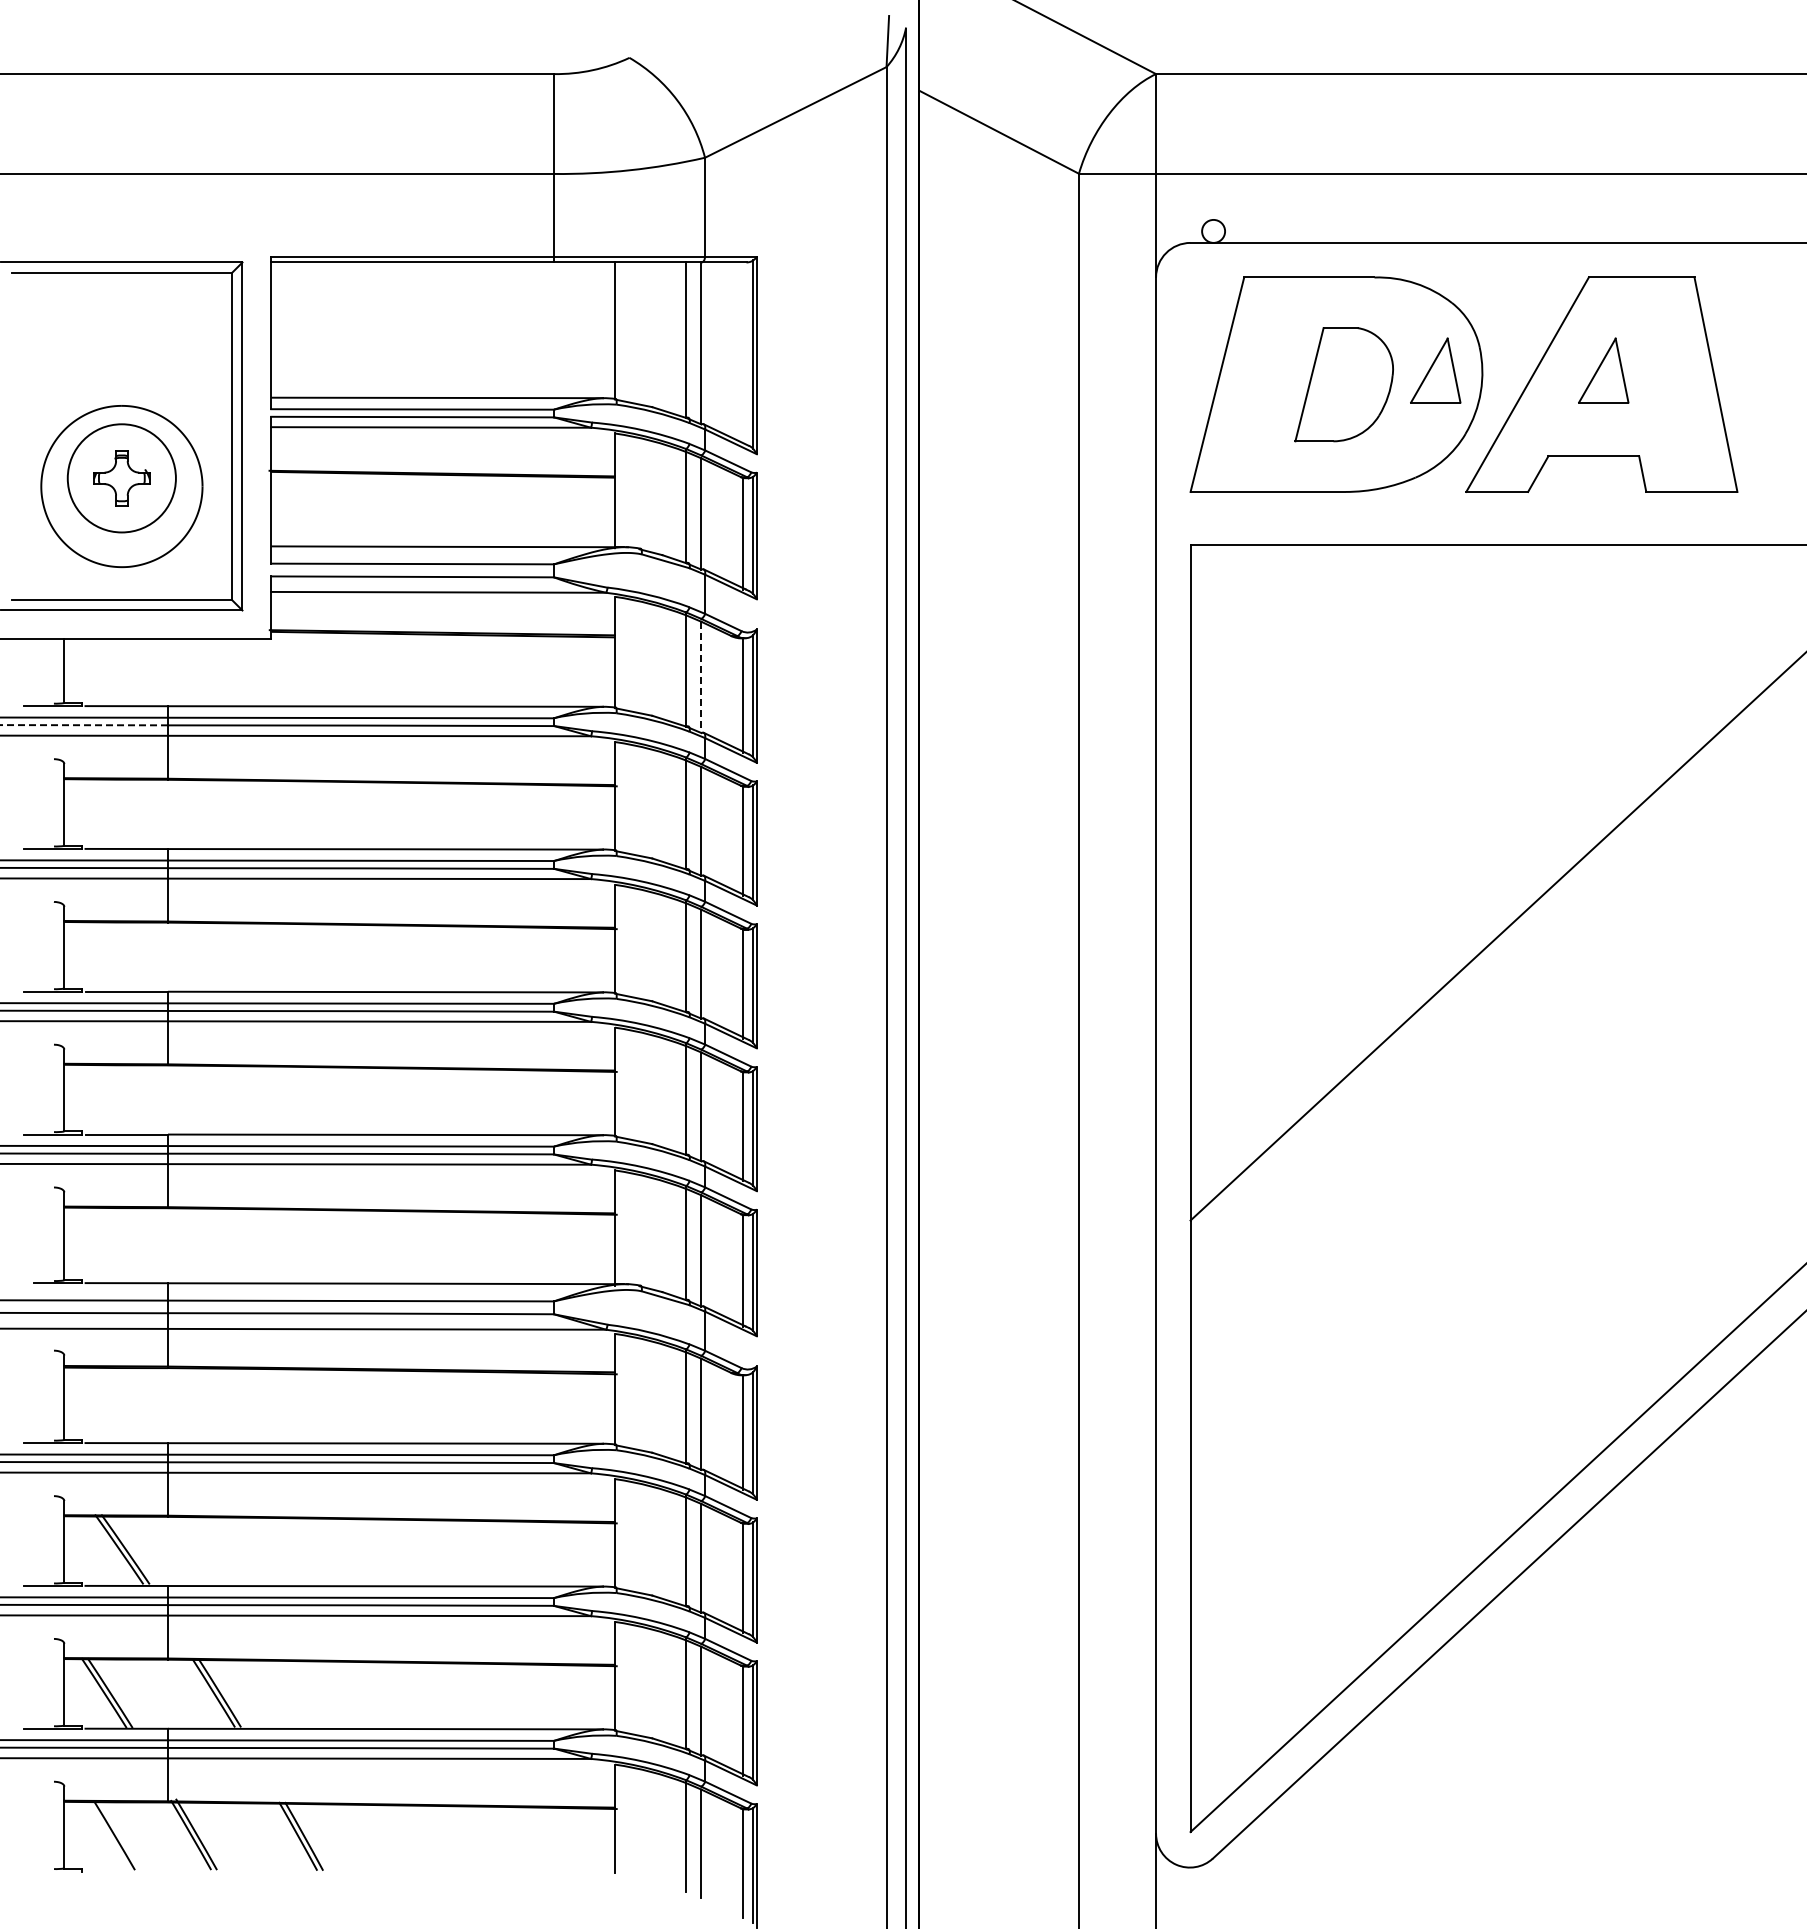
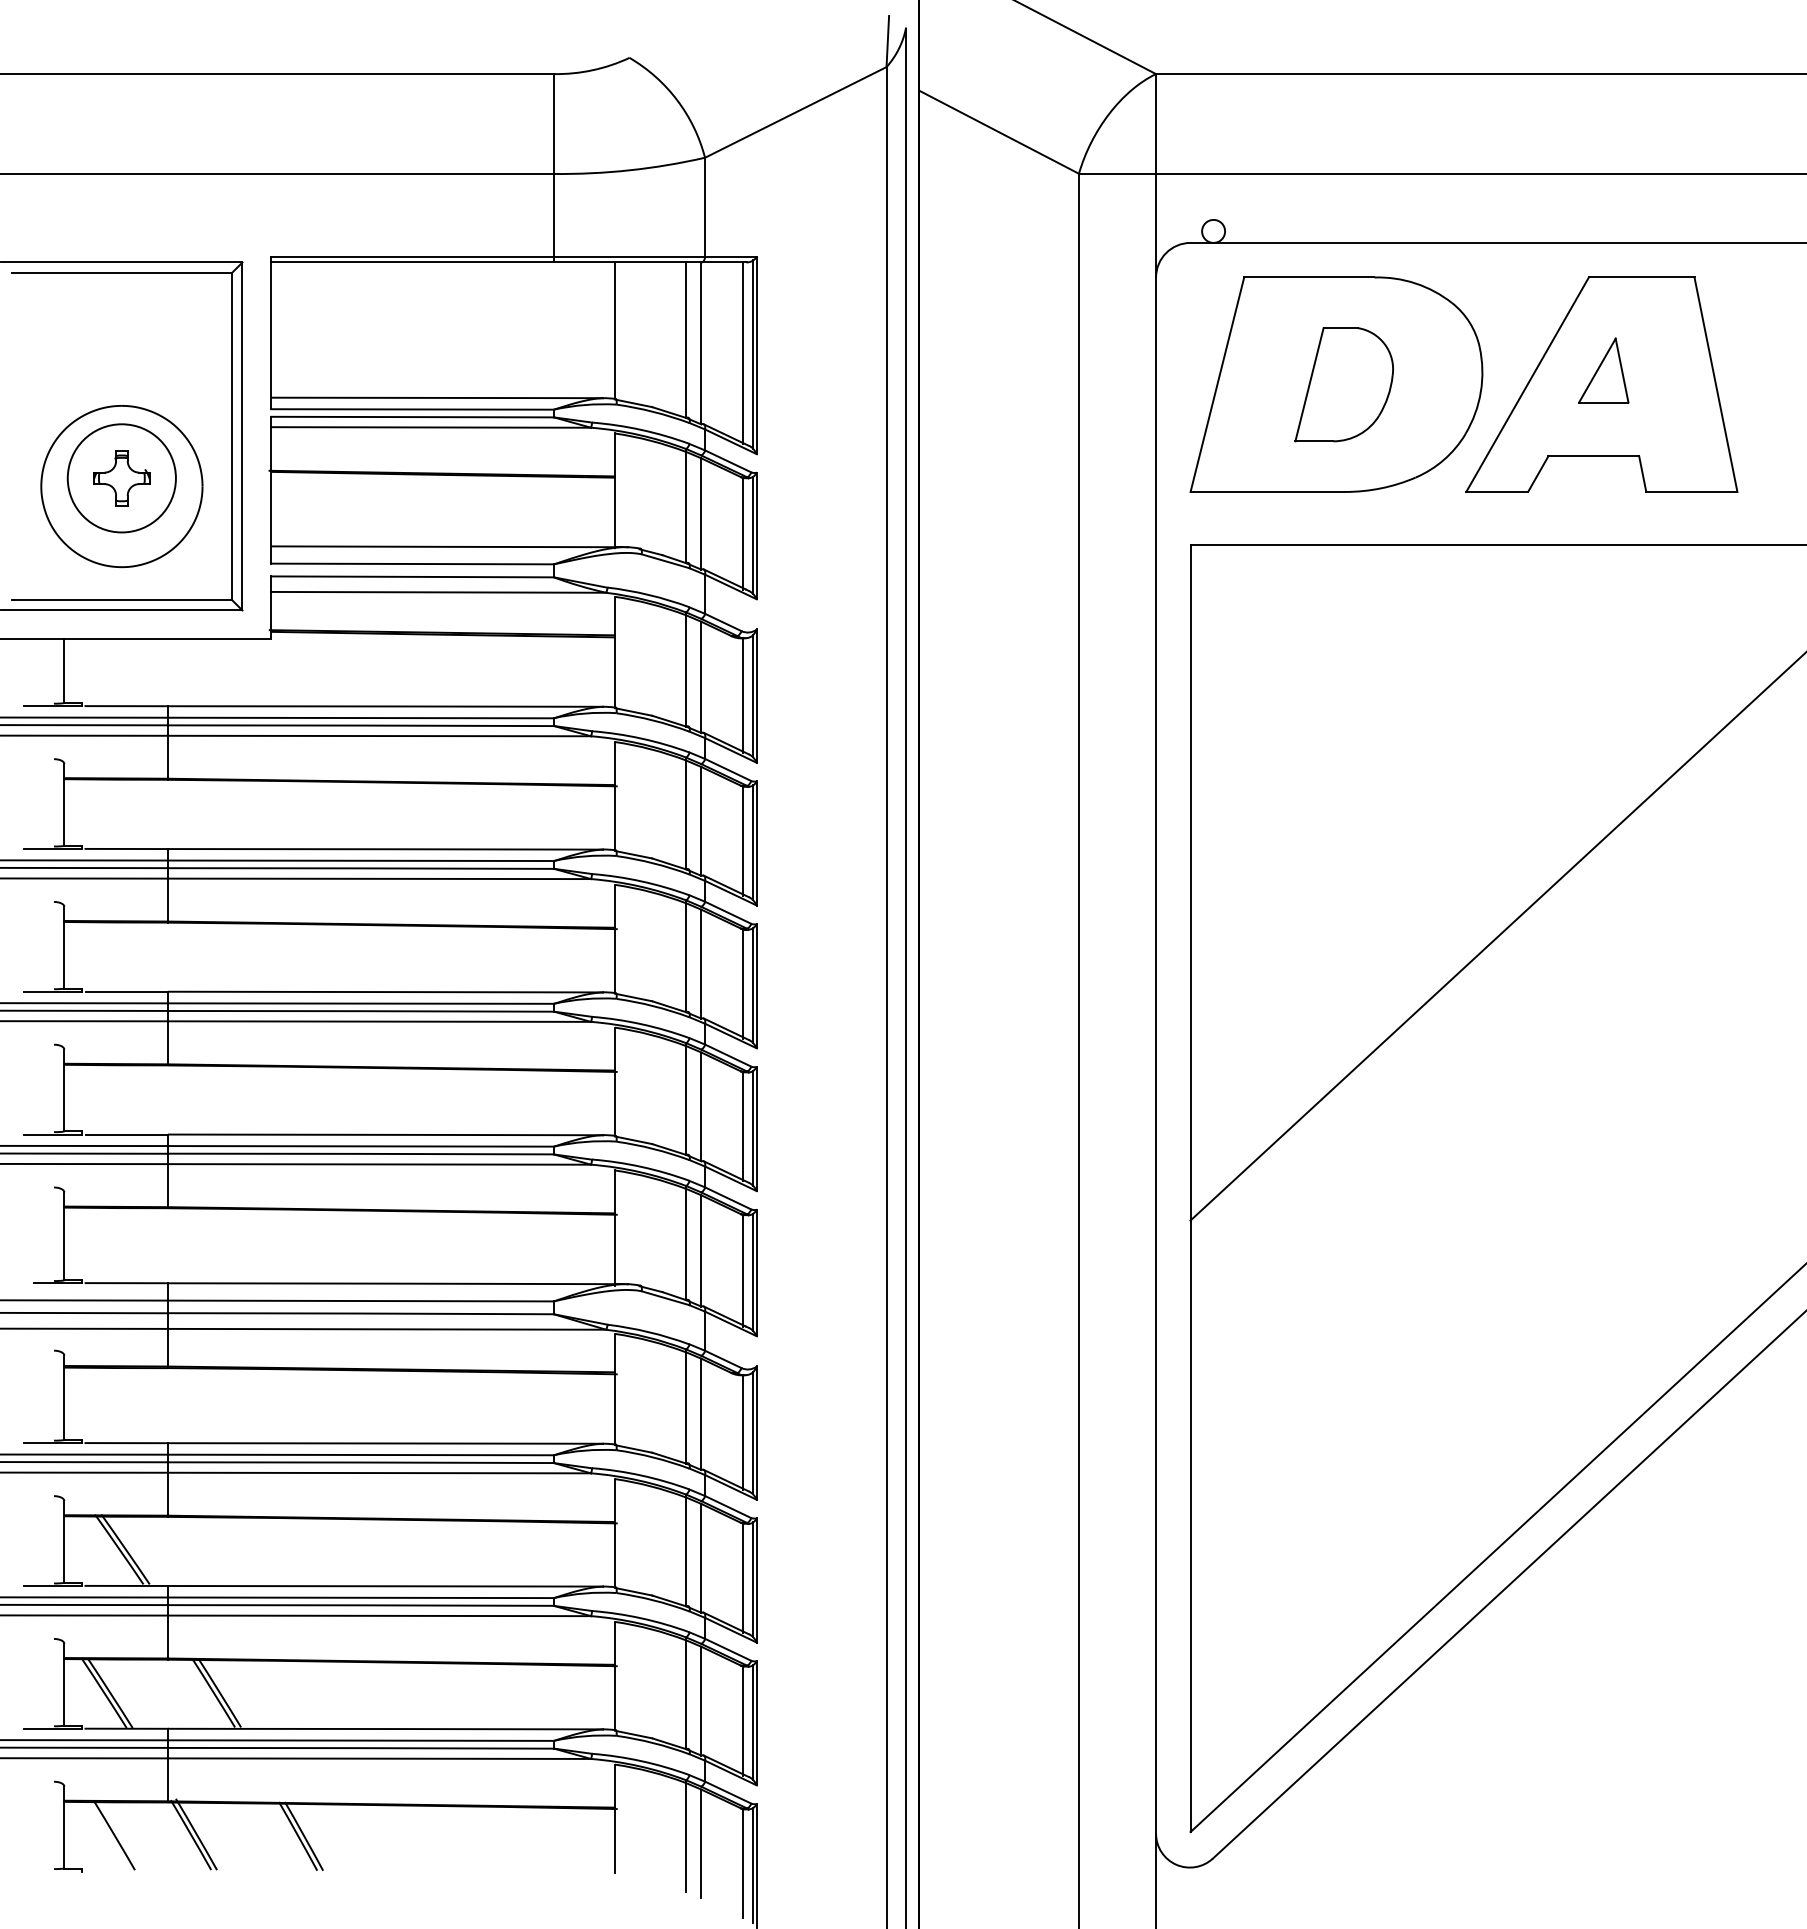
line at (743, 353): none -> present
part at (1435, 370): present -> none
line at (701, 677): dashed -> solid
line at (84, 725): dashed -> solid
